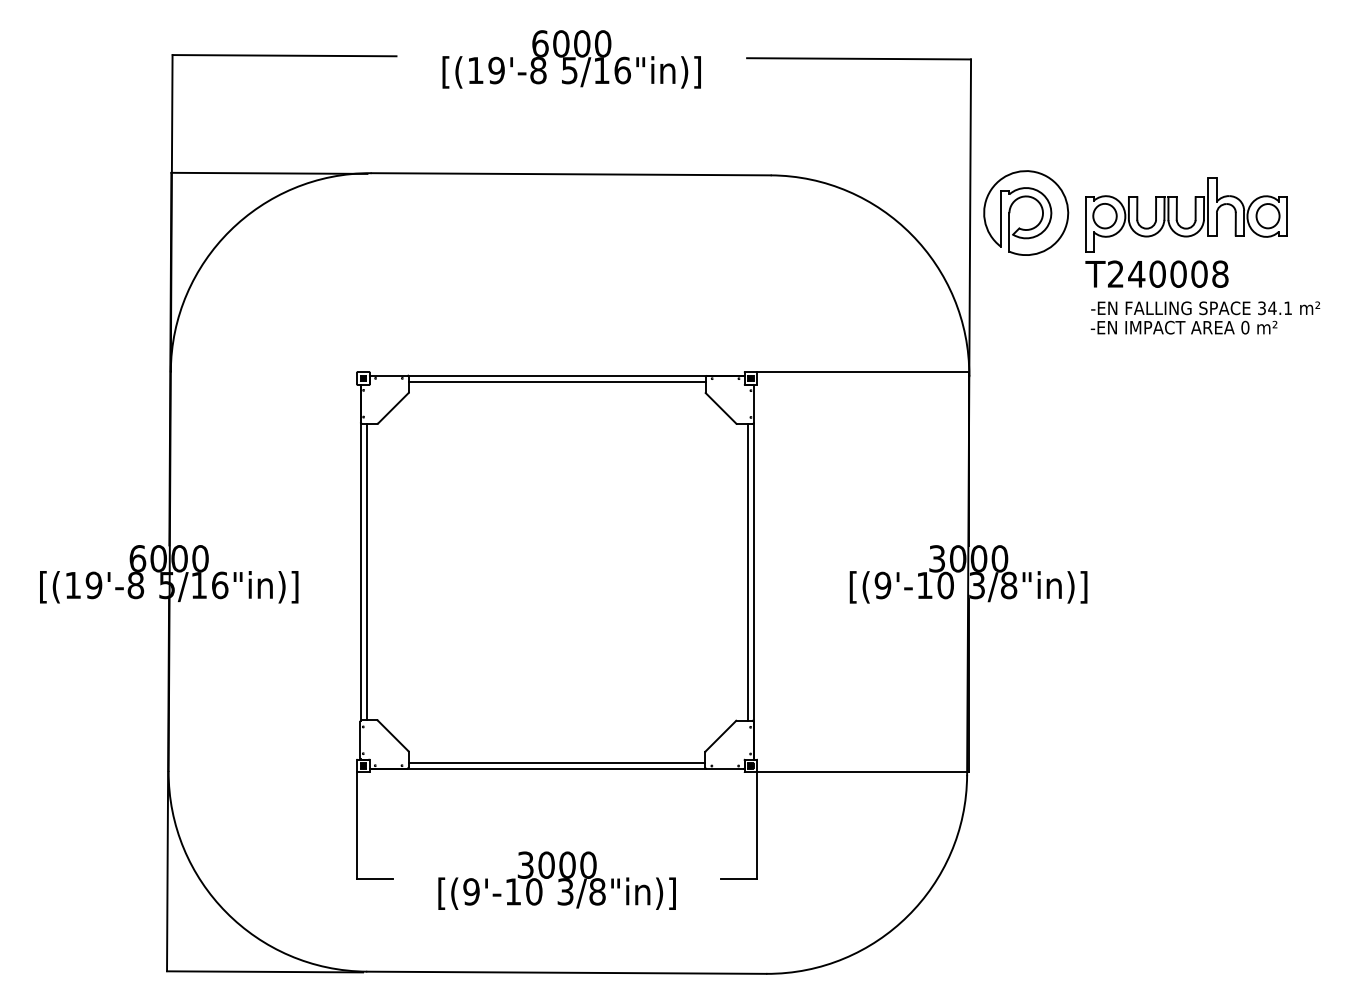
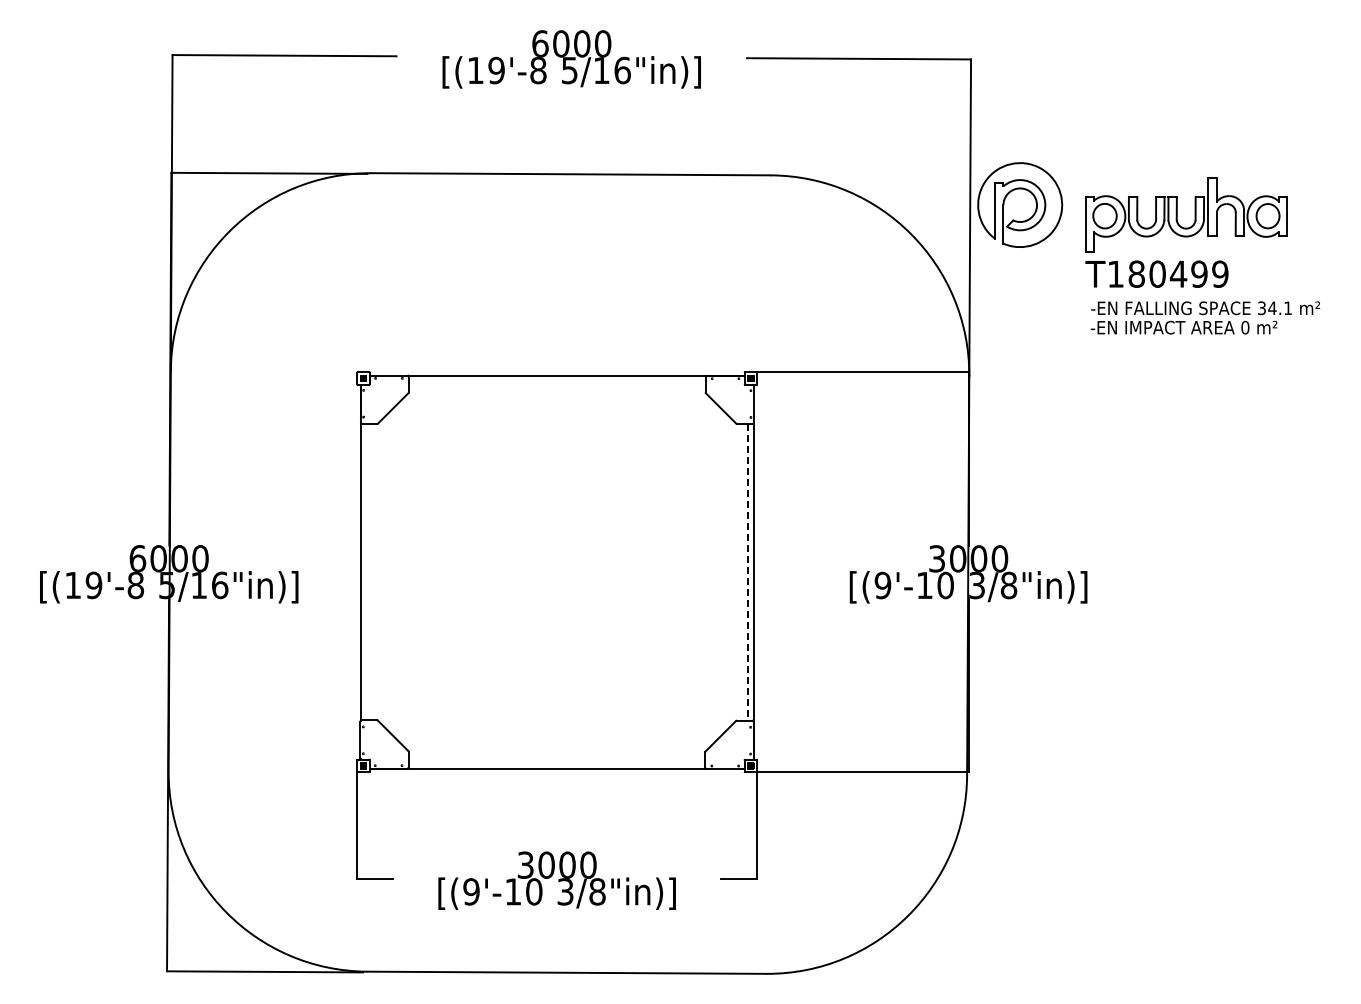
part at (1026, 212) position: (1026, 212) -> (1020, 204)
text at (1168, 273): \c4766296;T240008 -> \c4766296;T180499
line at (557, 381): present -> none
line at (366, 571): present -> none
line at (747, 572): solid -> dashed
line at (556, 762): present -> none
